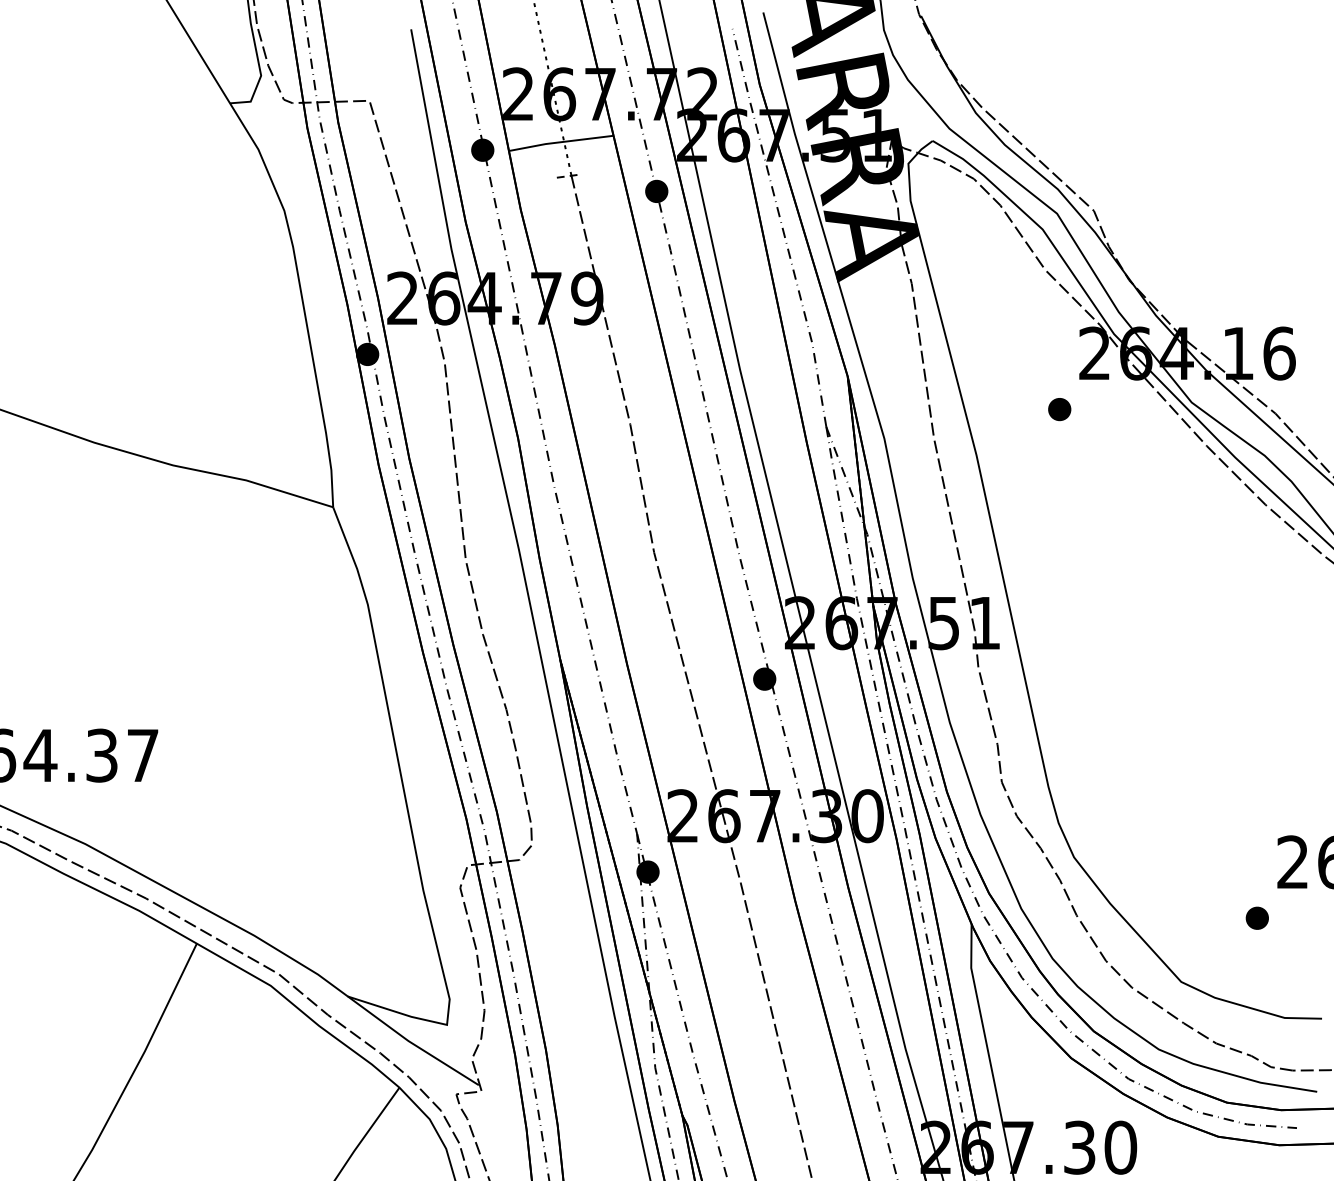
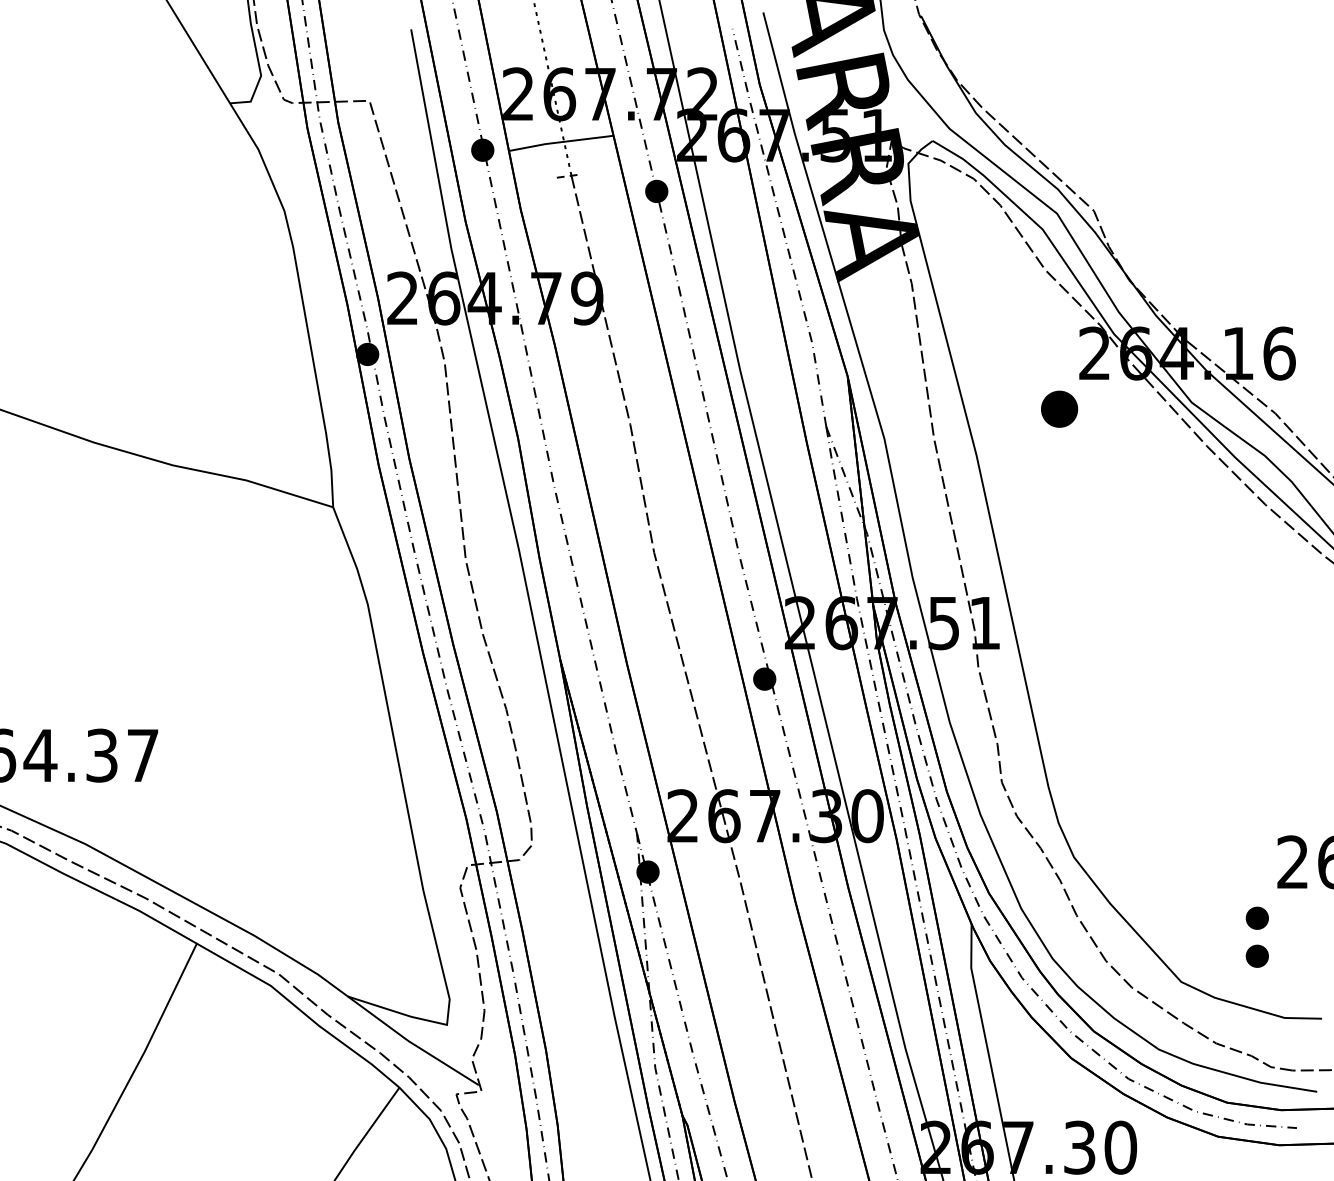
part at (1059, 409) size: 24x24 px -> 38x38 px
part at (1256, 955): none -> present
